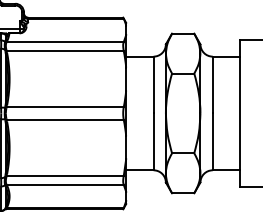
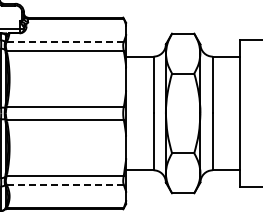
line at (65, 41): solid -> dashed
line at (65, 184): solid -> dashed
